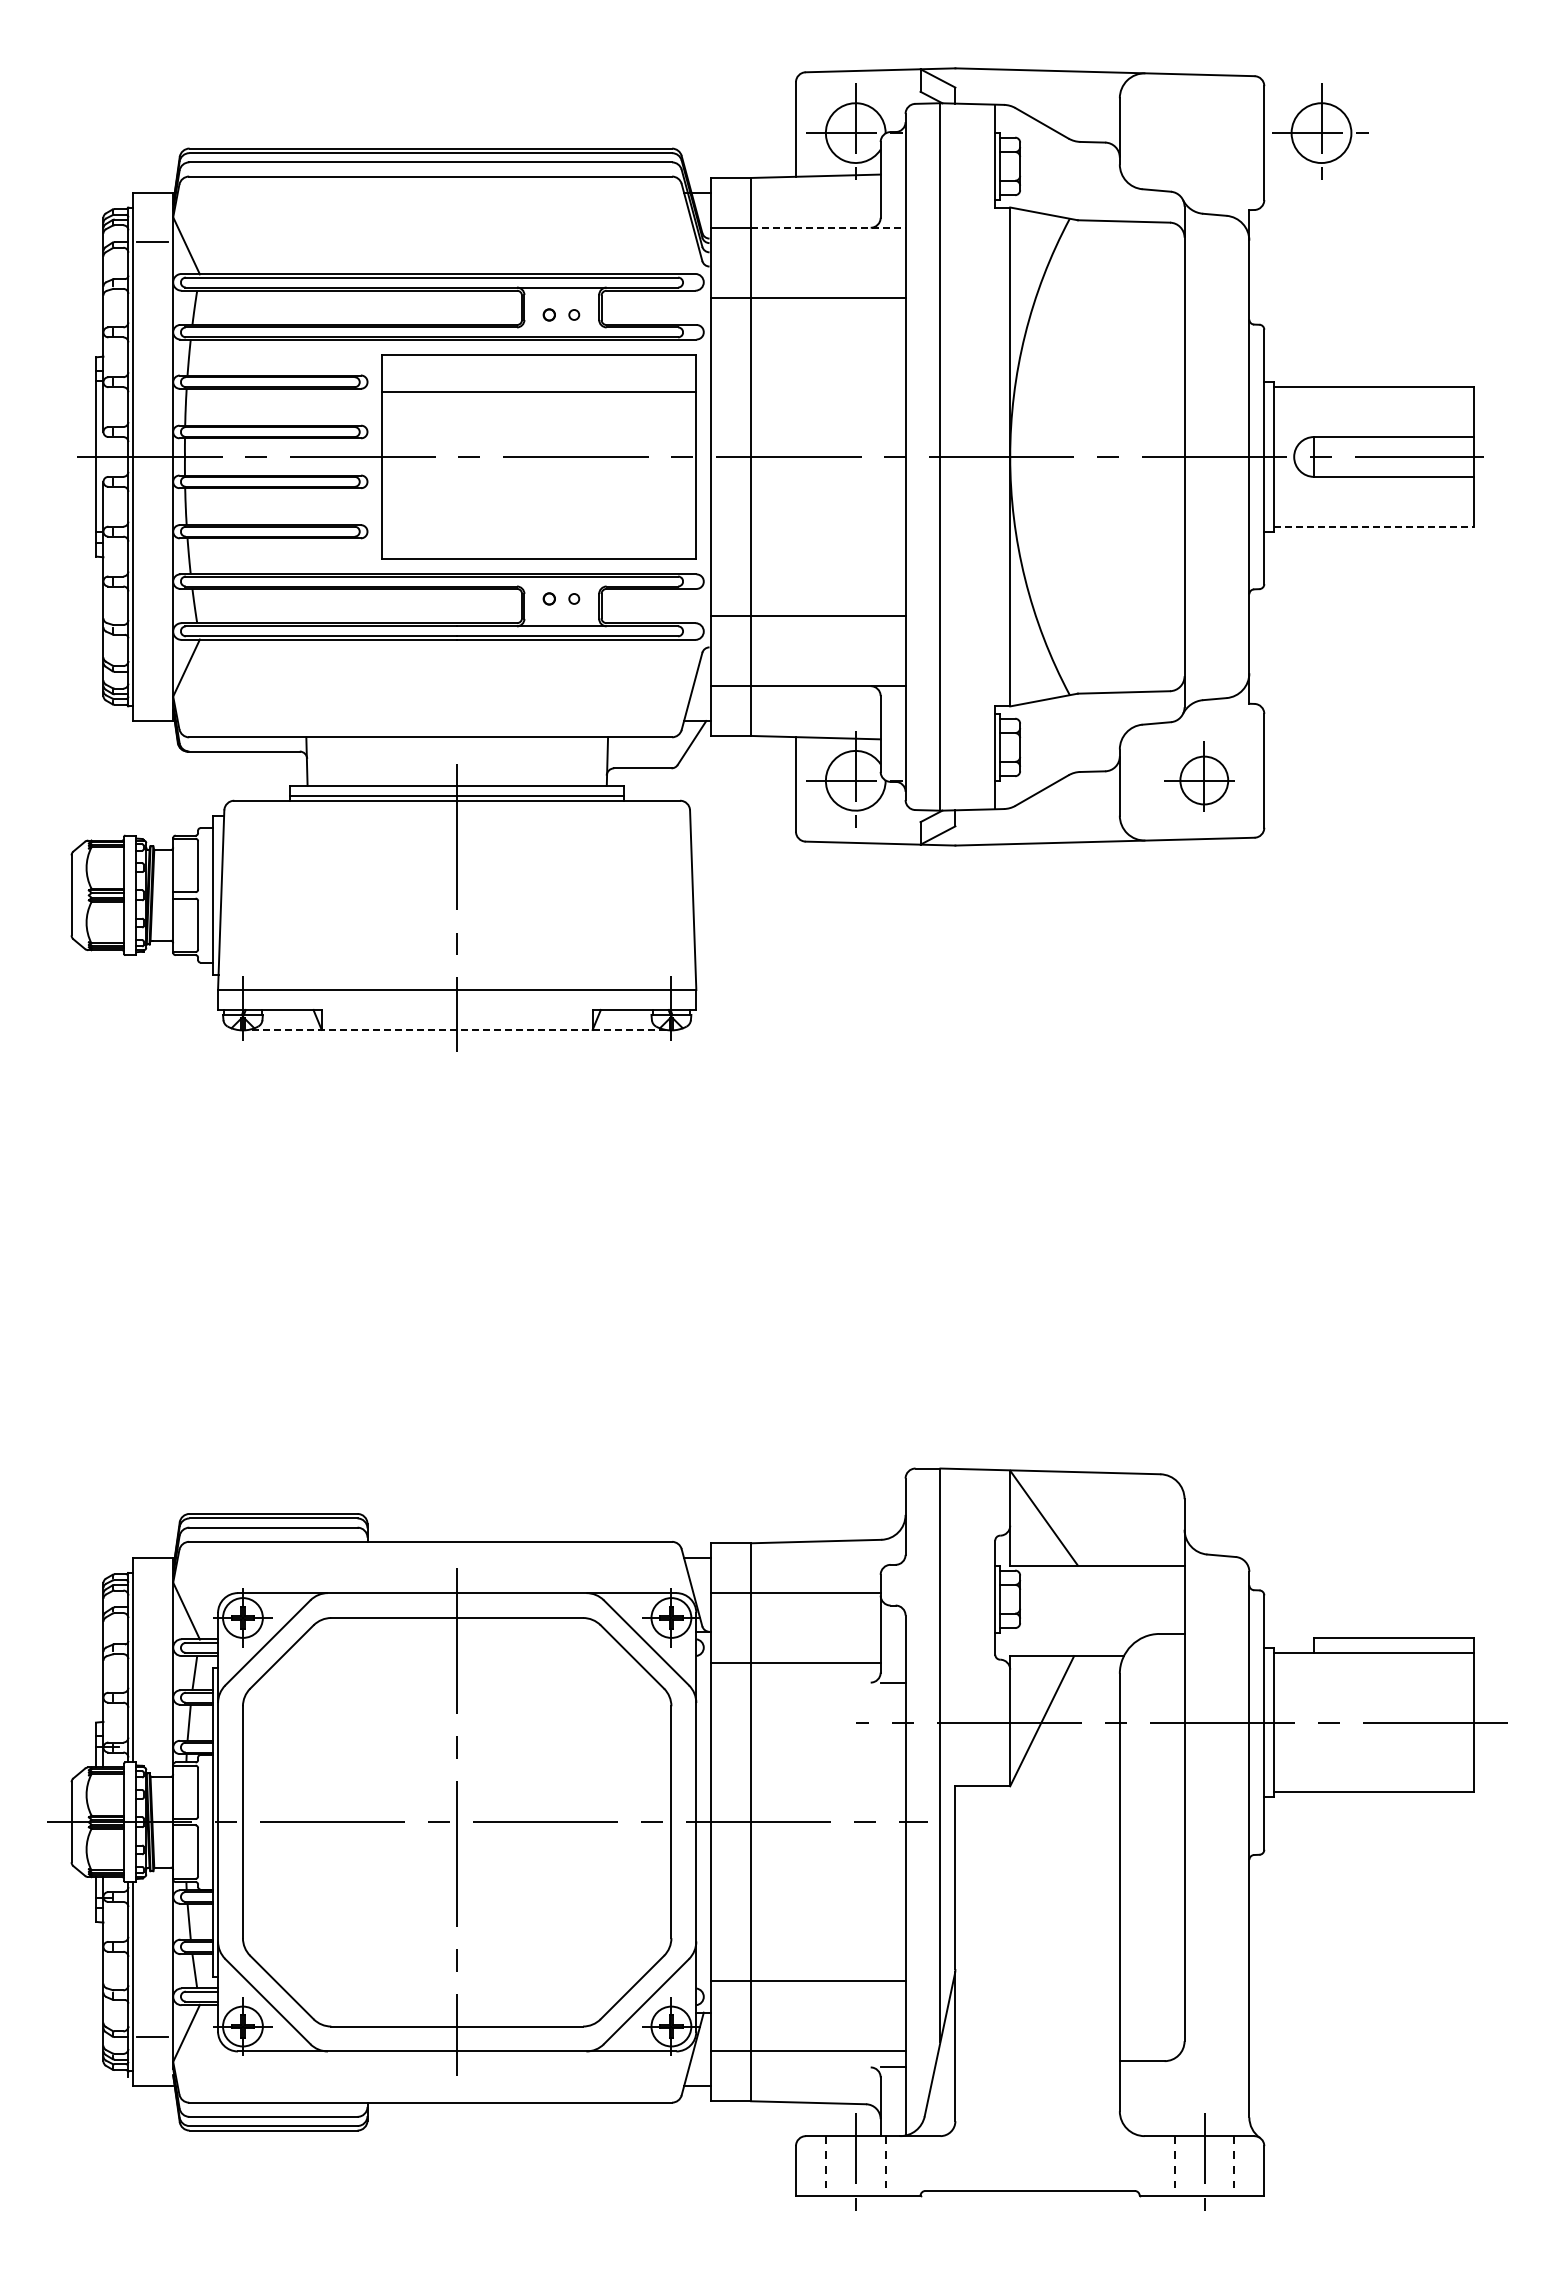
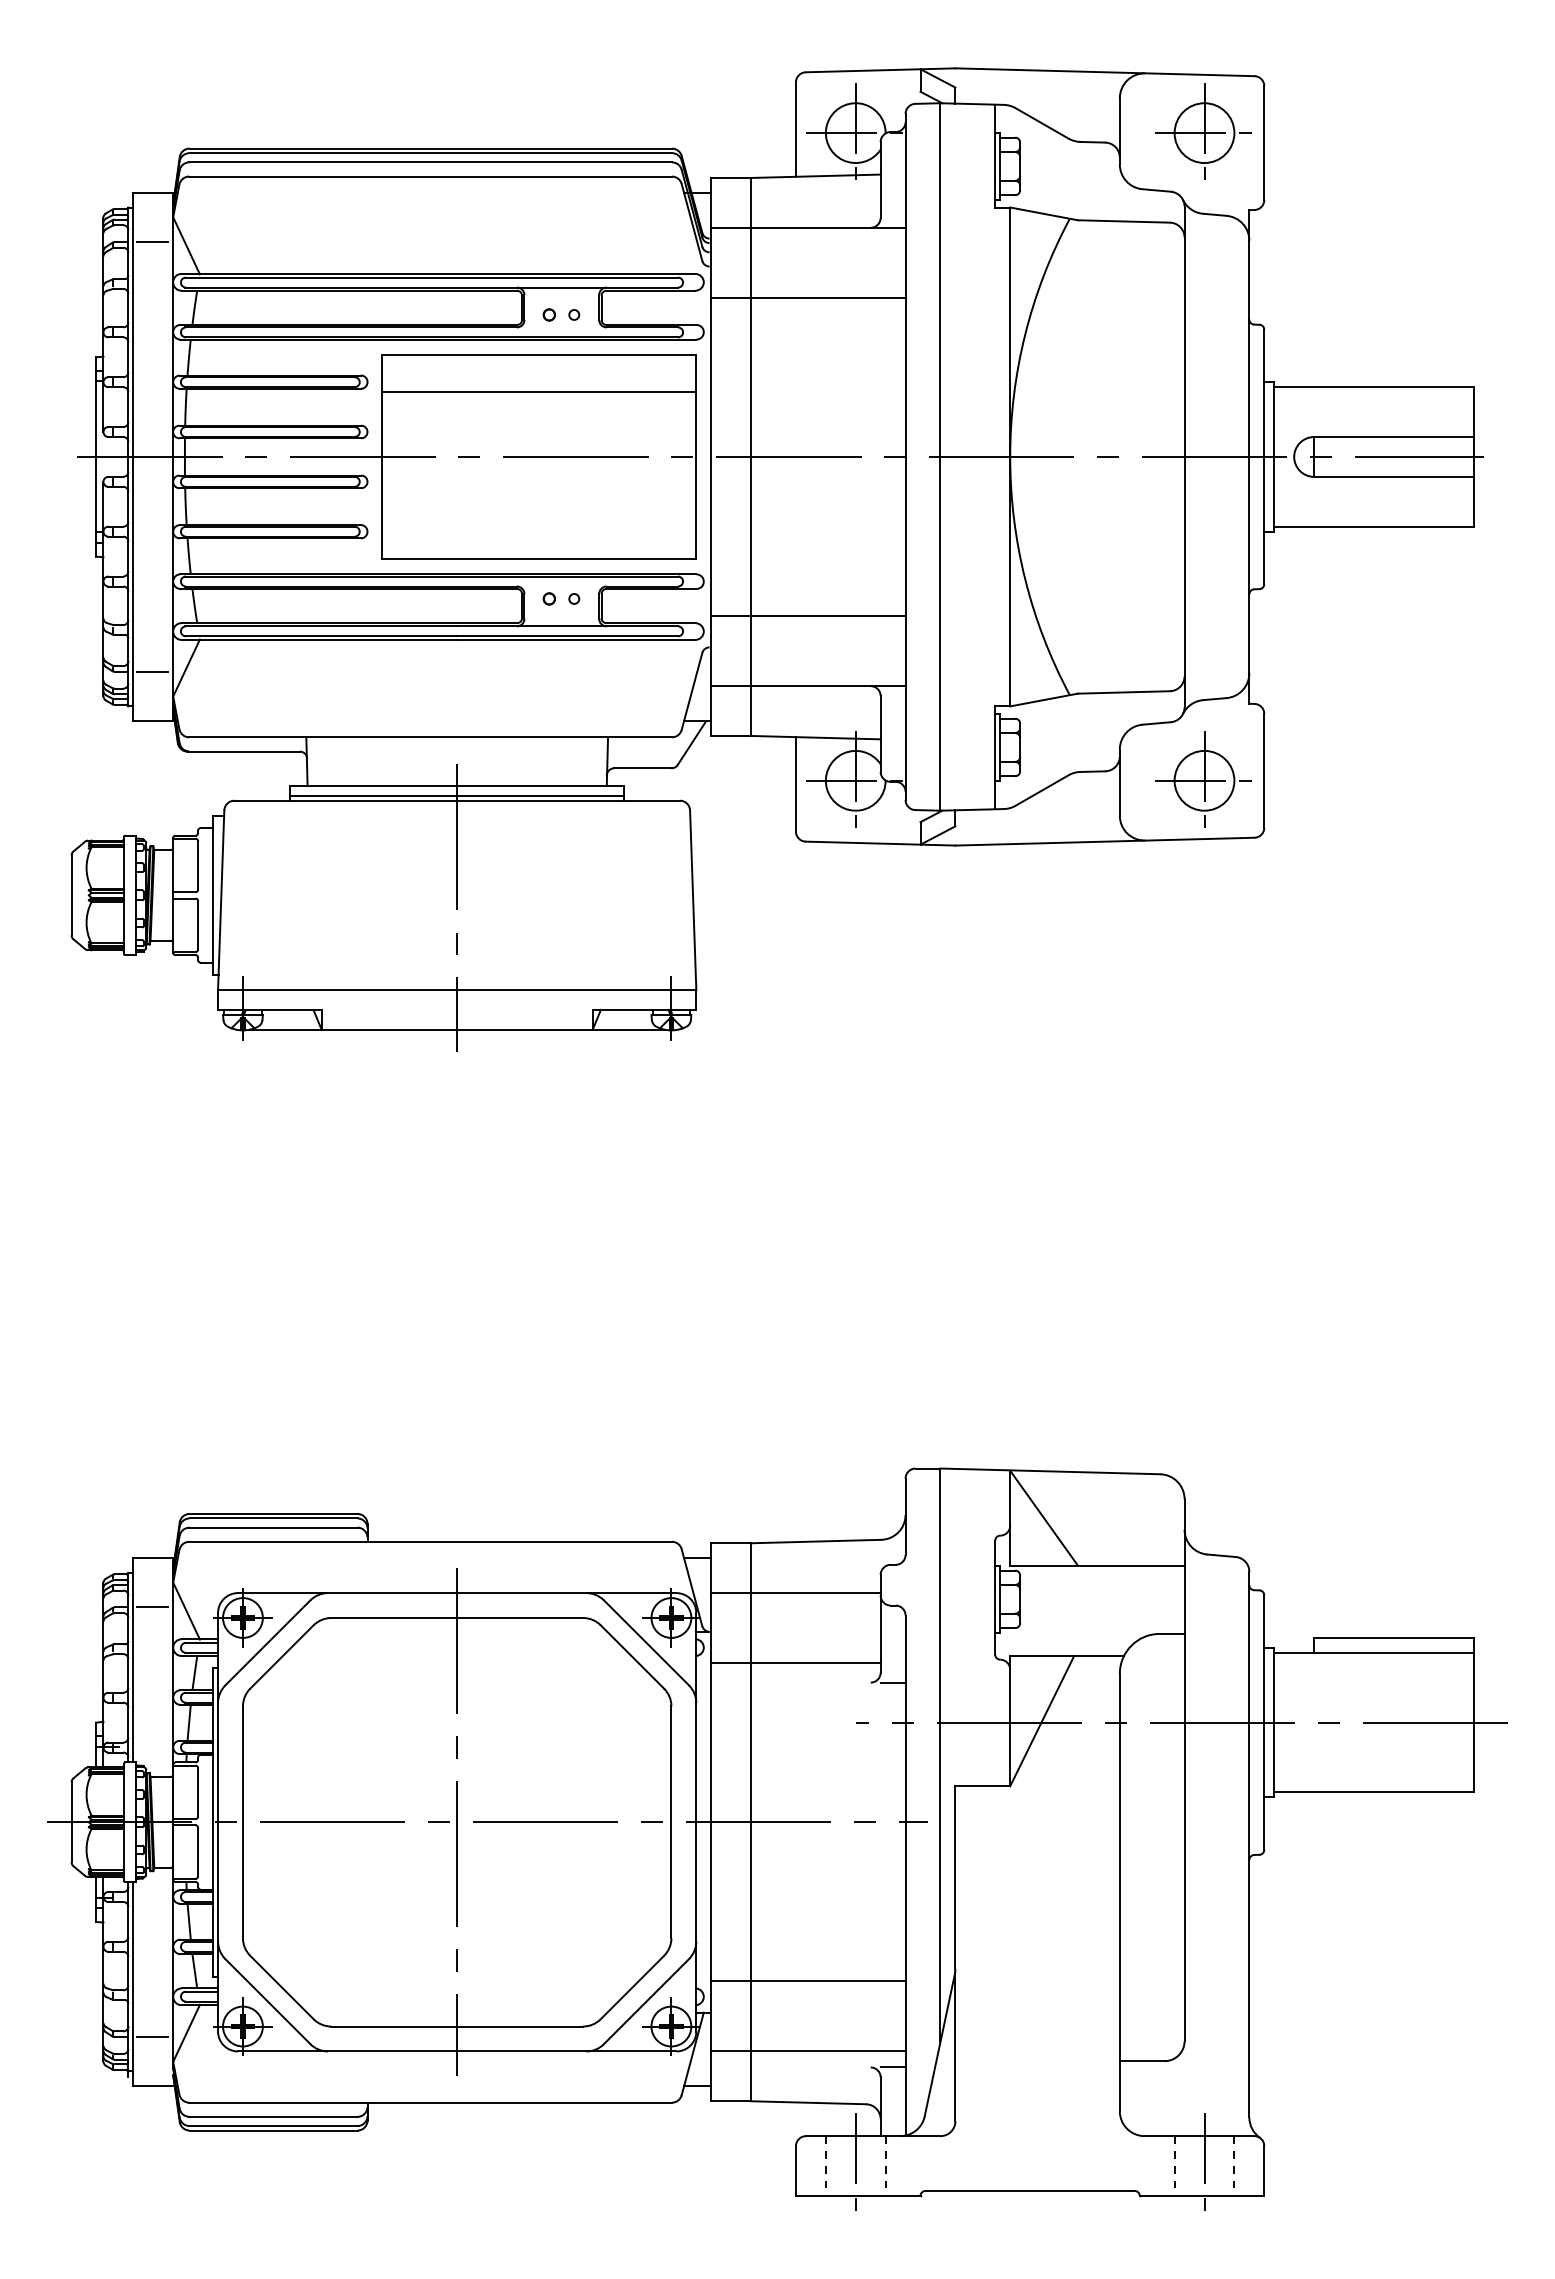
part at (1320, 131) position: (1320, 131) -> (1203, 131)
line at (828, 227): dashed -> solid
line at (1373, 526): dashed -> solid
line at (151, 672): none -> present
part at (1199, 776) size: 71x71 px -> 97x97 px
line at (457, 1029): dashed -> solid
line at (151, 1607): none -> present
